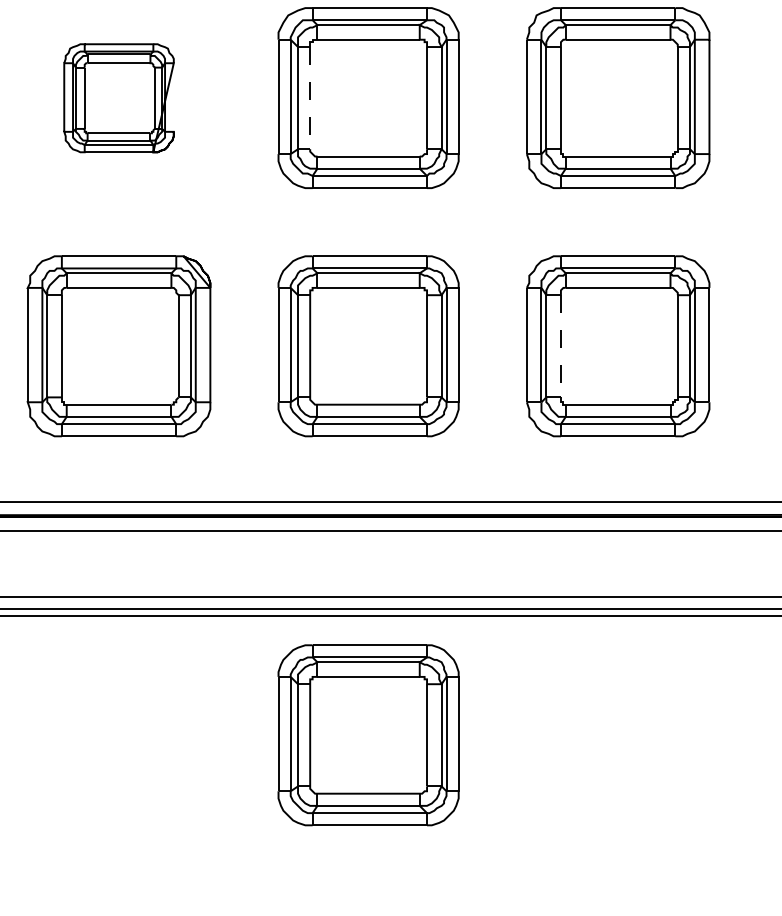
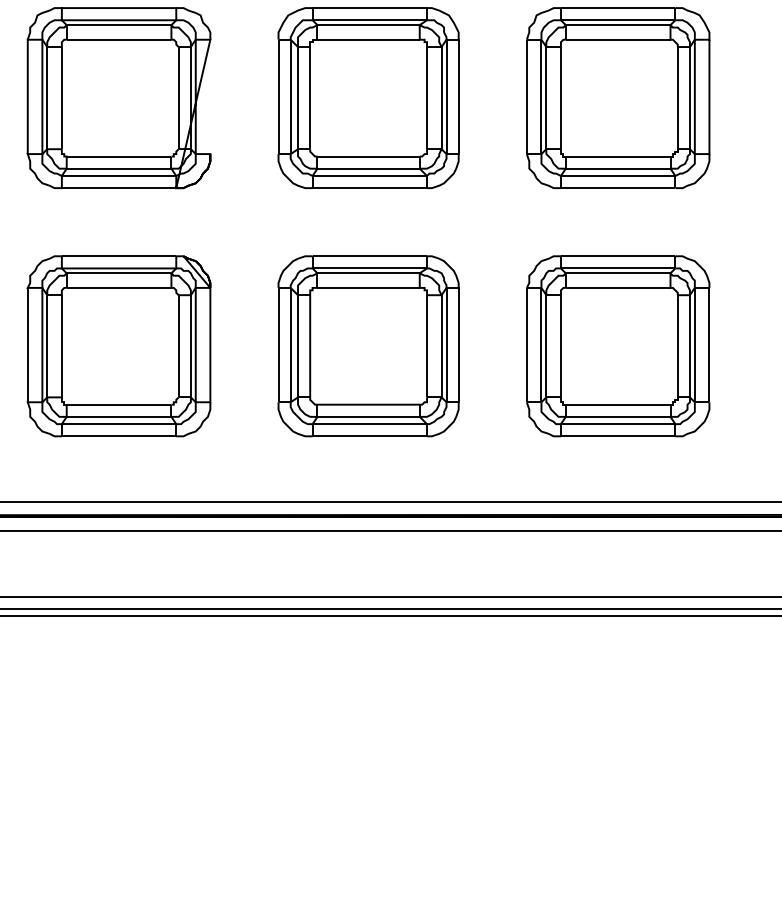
part at (118, 98) size: 112x111 px -> 186x183 px
line at (310, 98): dashed -> solid
line at (560, 346): dashed -> solid
part at (368, 735): present -> none
